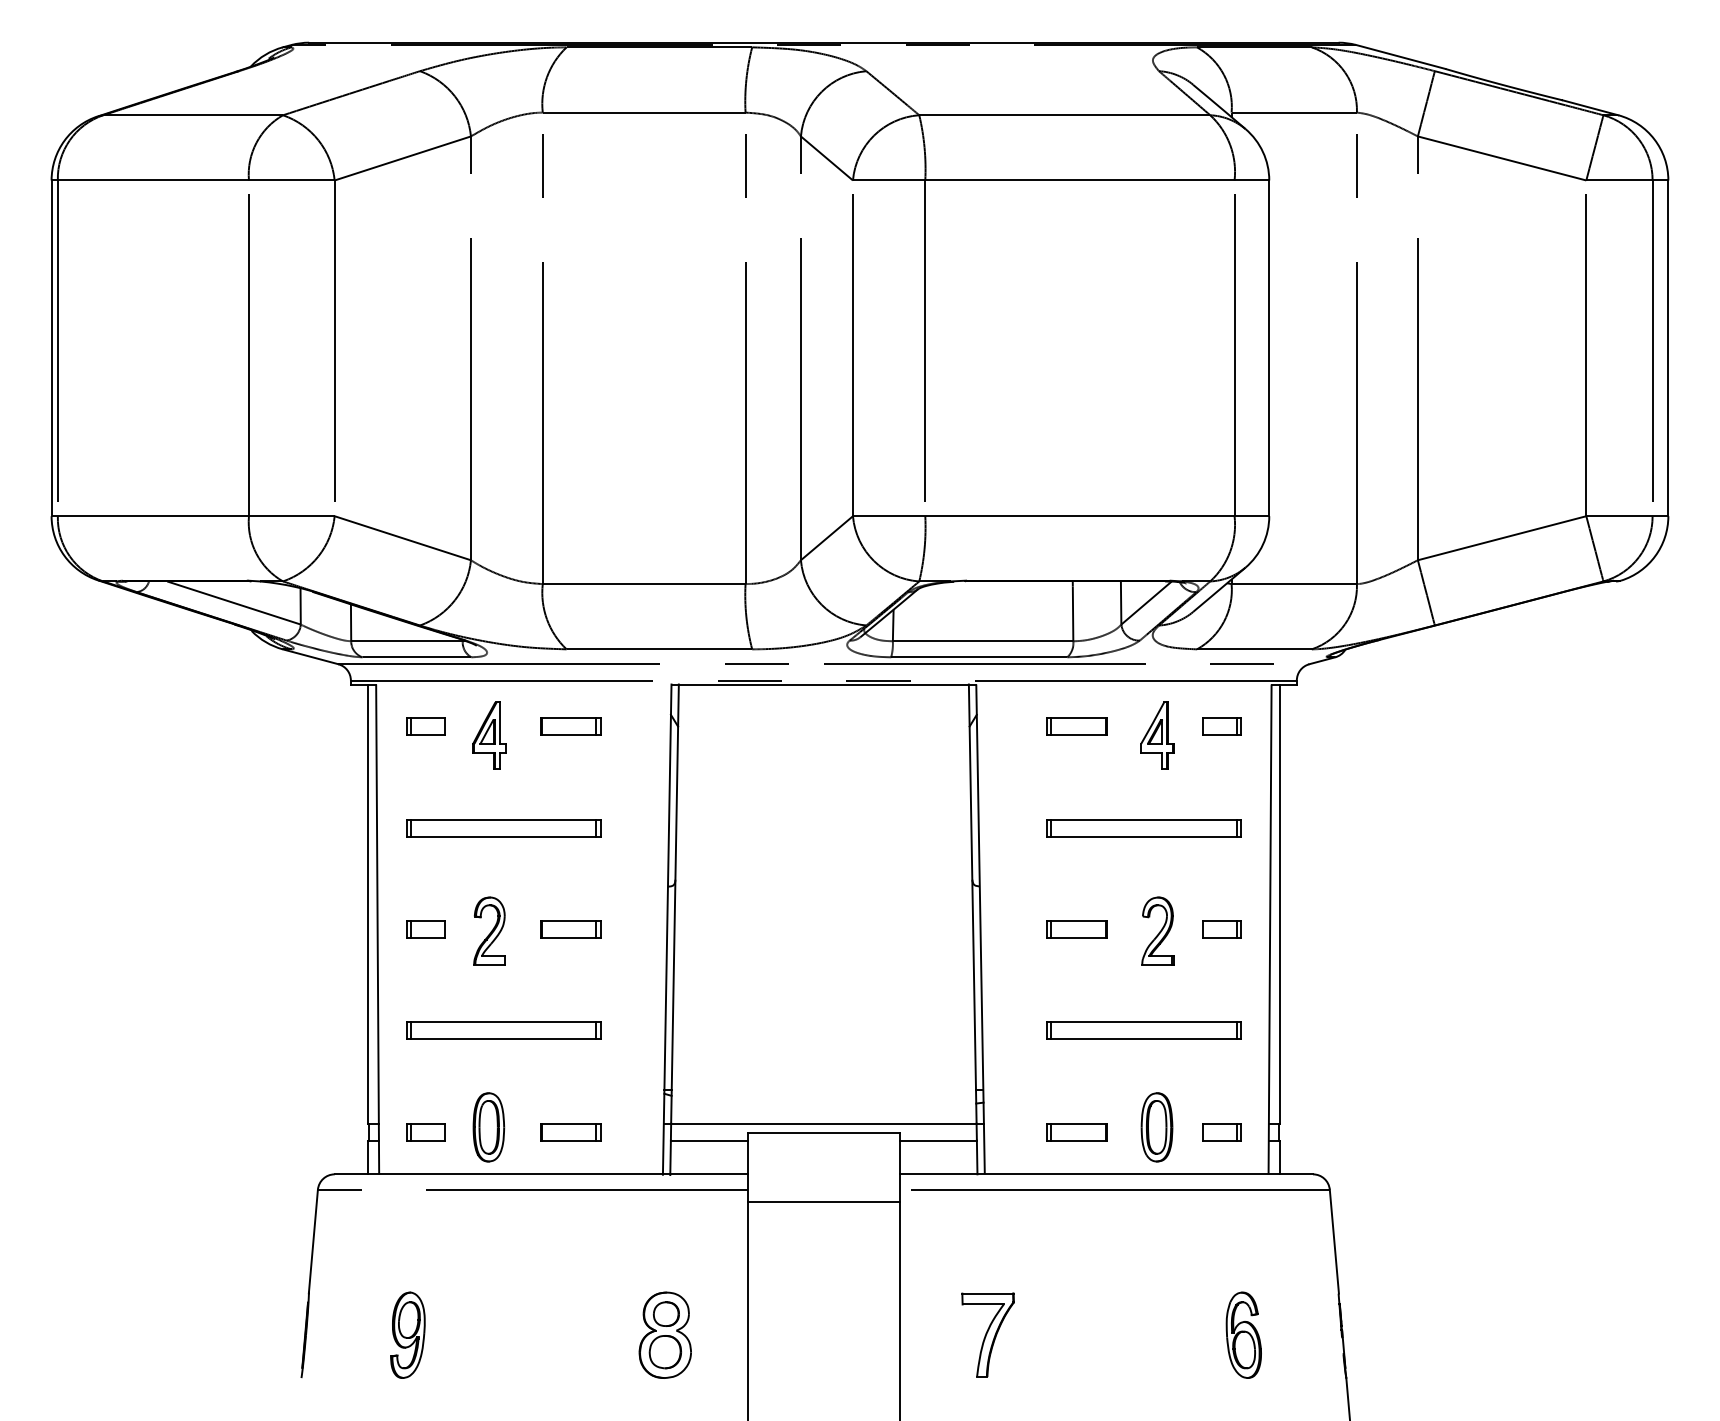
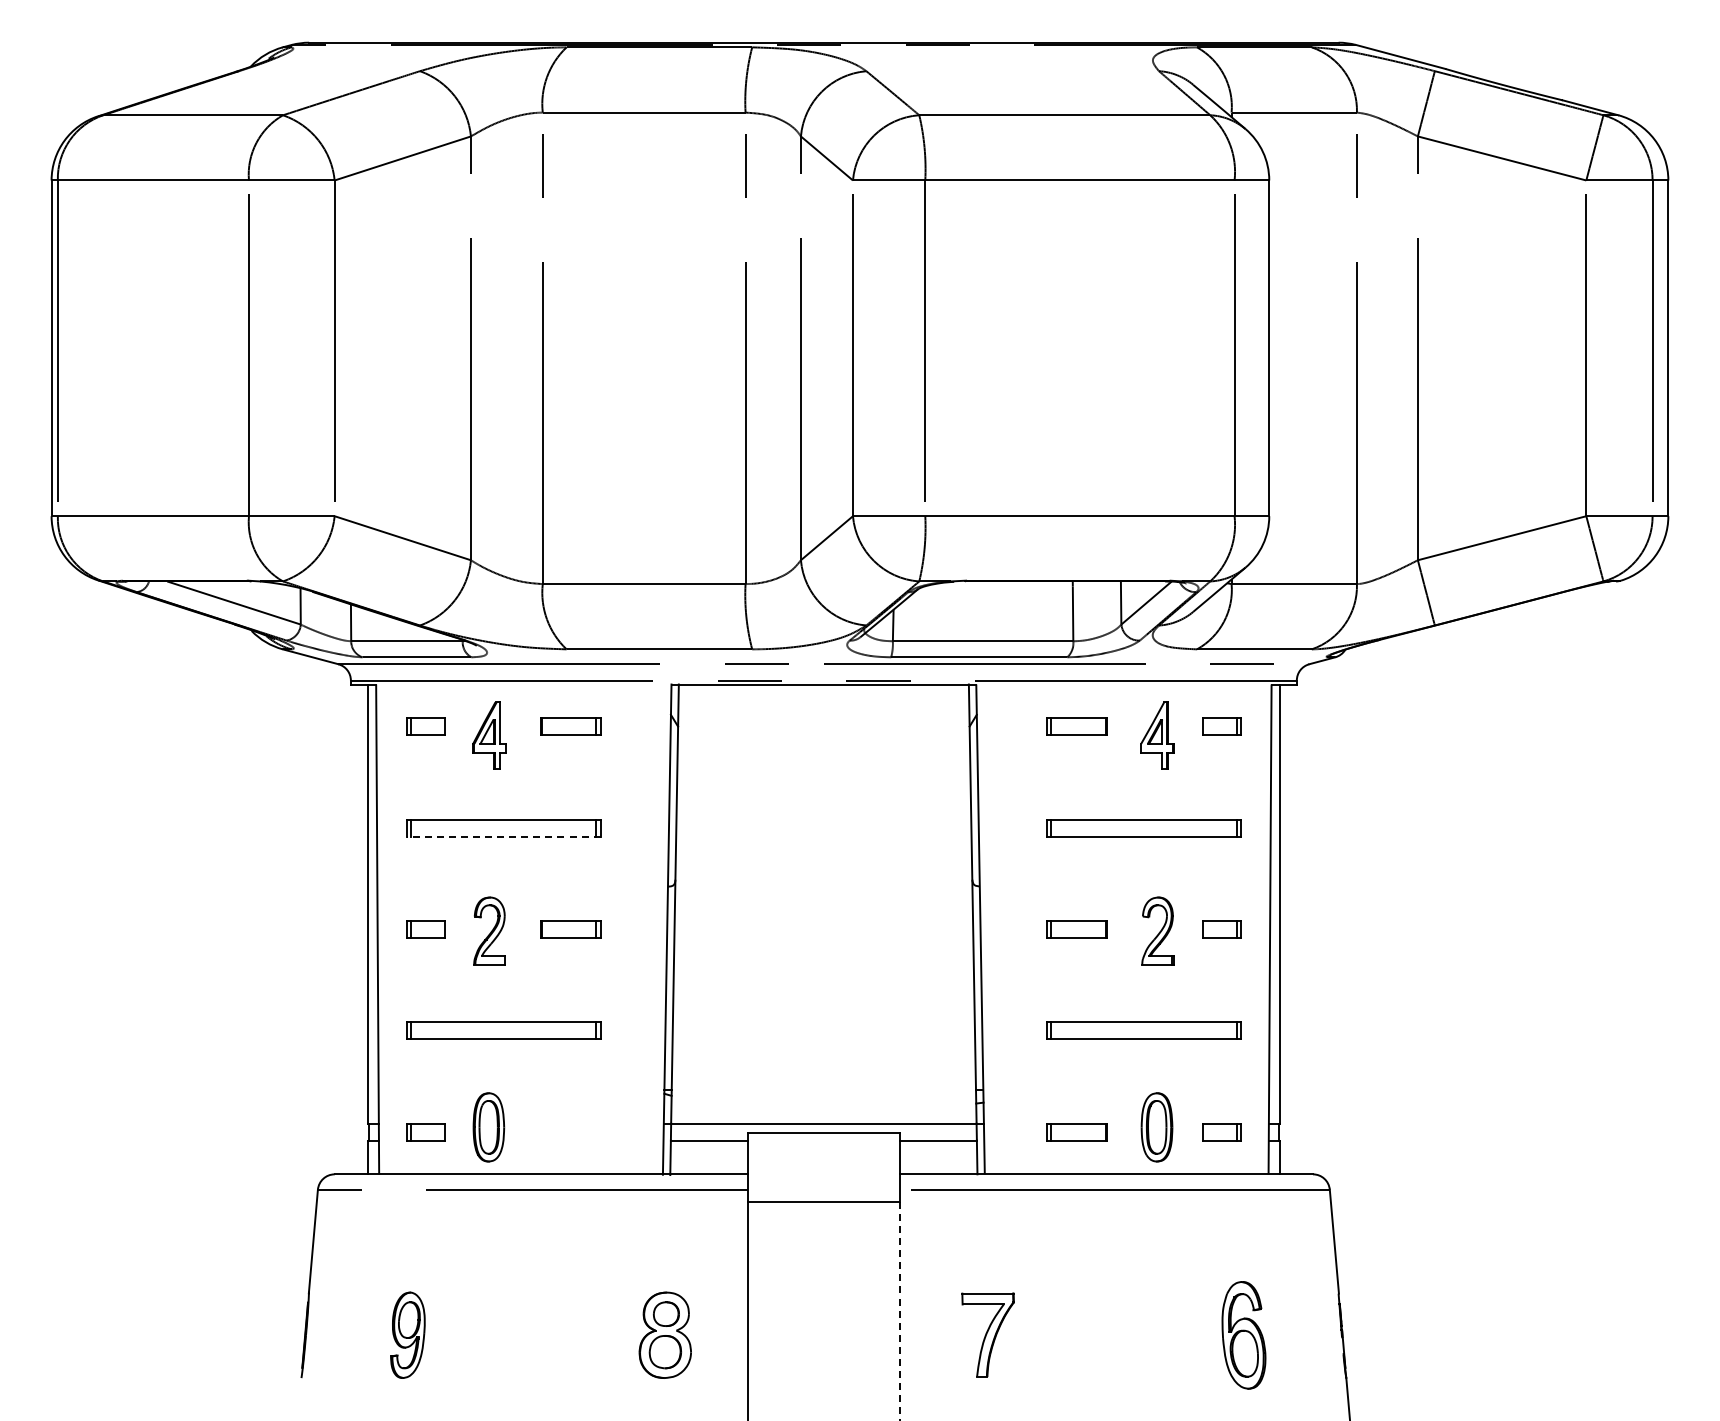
line at (503, 836): solid -> dashed
part at (570, 1132): present -> none
line at (899, 1311): solid -> dashed
part at (1243, 1334) size: 37x88 px -> 46x109 px
